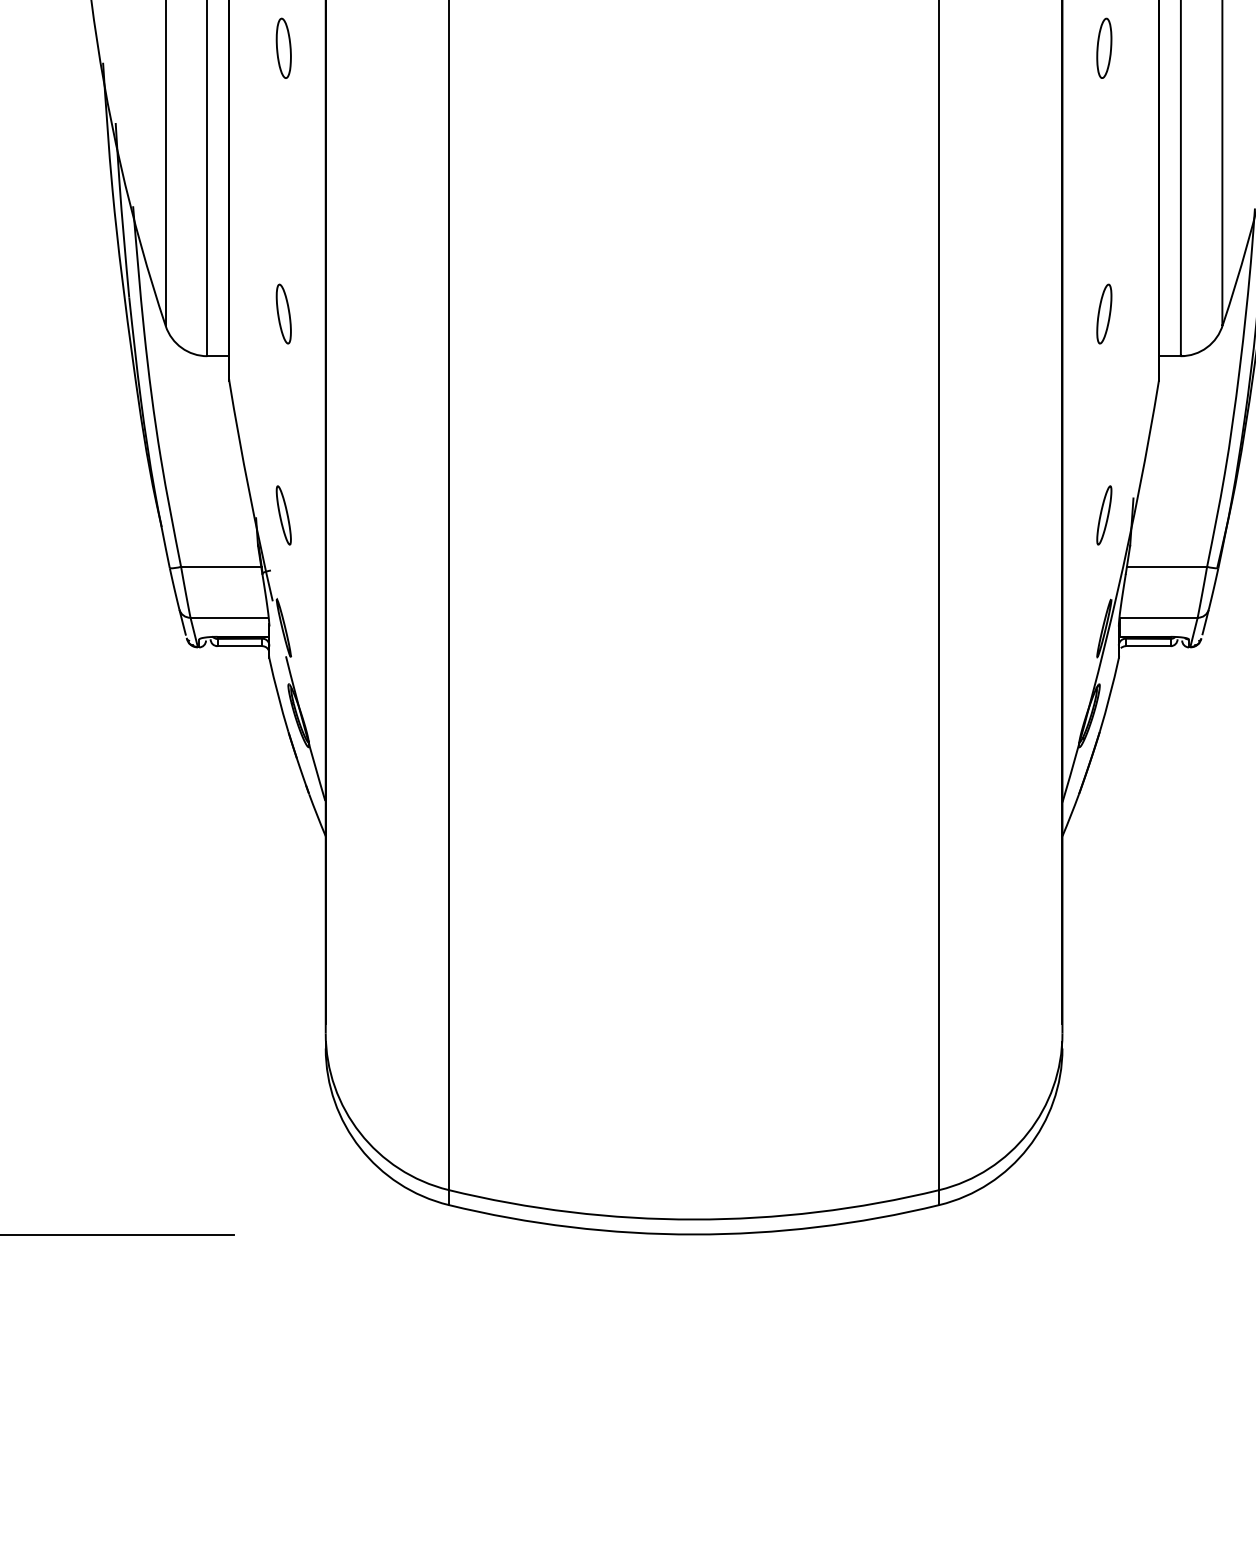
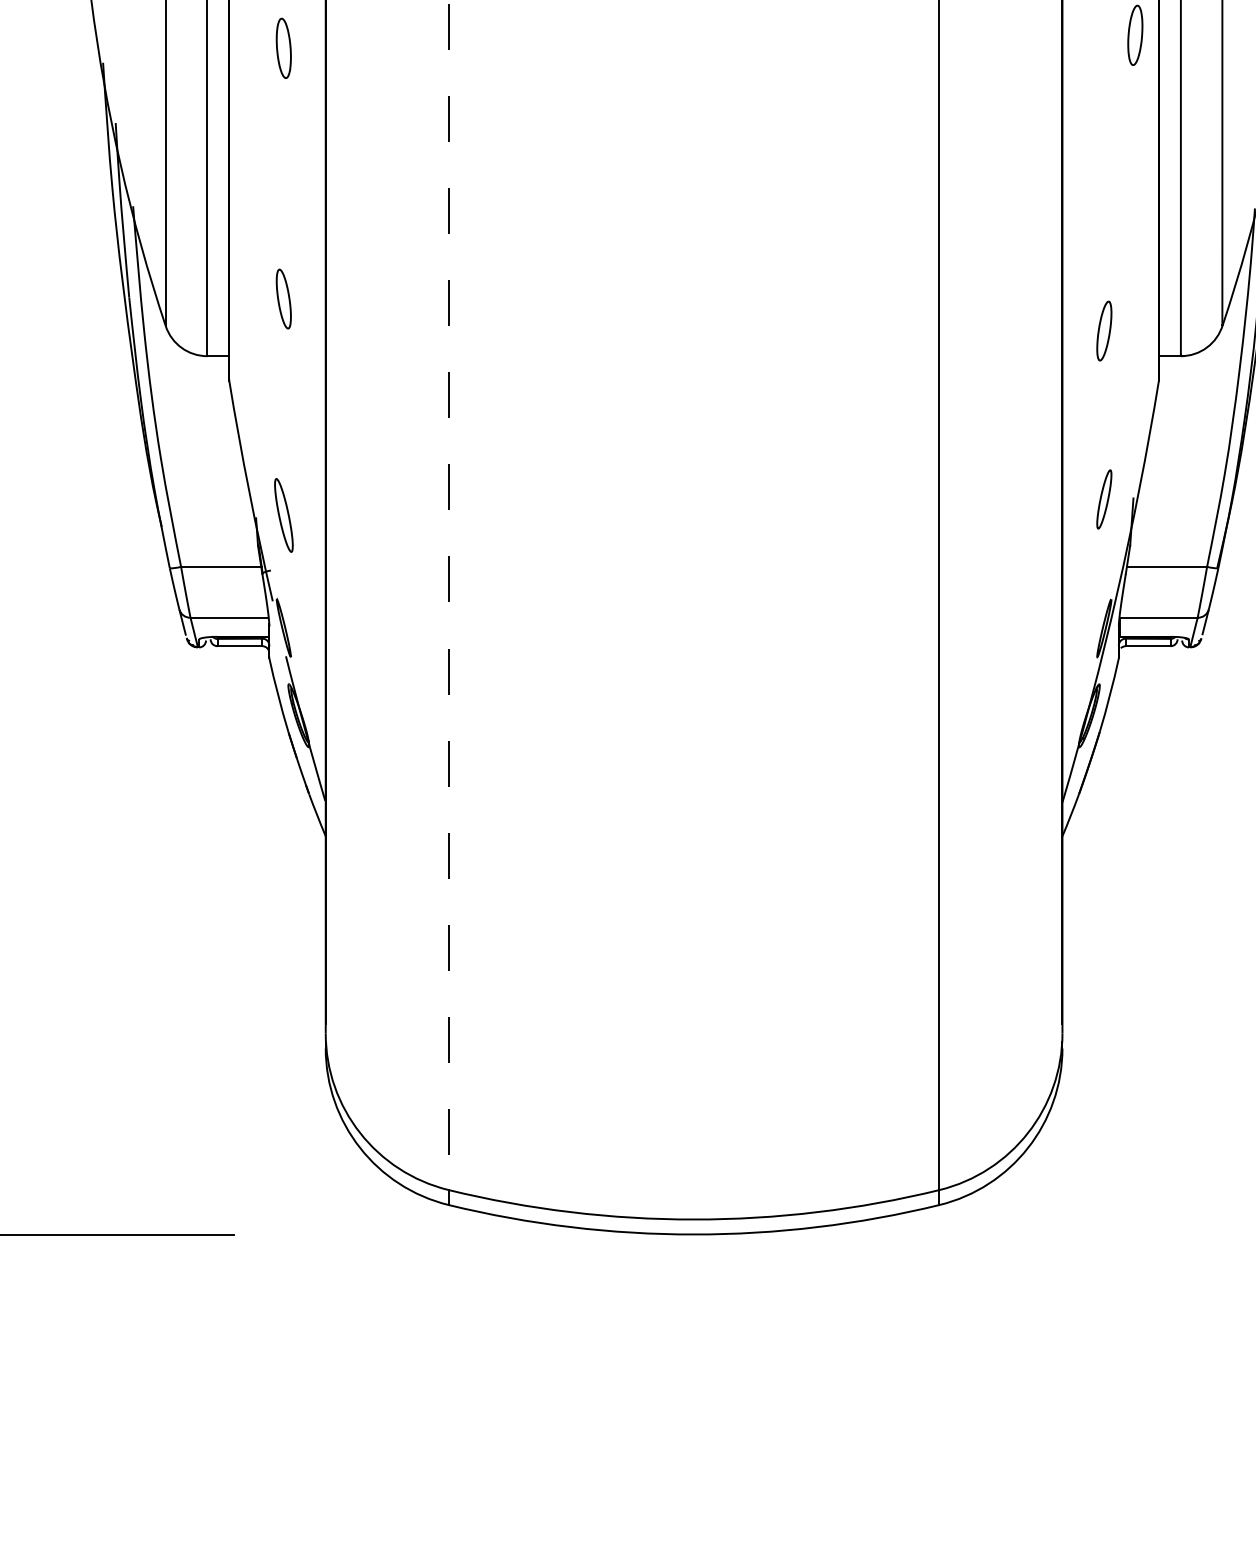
part at (1104, 47) position: (1104, 47) -> (1135, 34)
part at (283, 313) position: (283, 313) -> (283, 298)
part at (1104, 313) position: (1104, 313) -> (1104, 330)
part at (283, 515) size: 17x61 px -> 20x75 px
part at (1104, 515) position: (1104, 515) -> (1104, 499)
line at (448, 595): solid -> dashed
